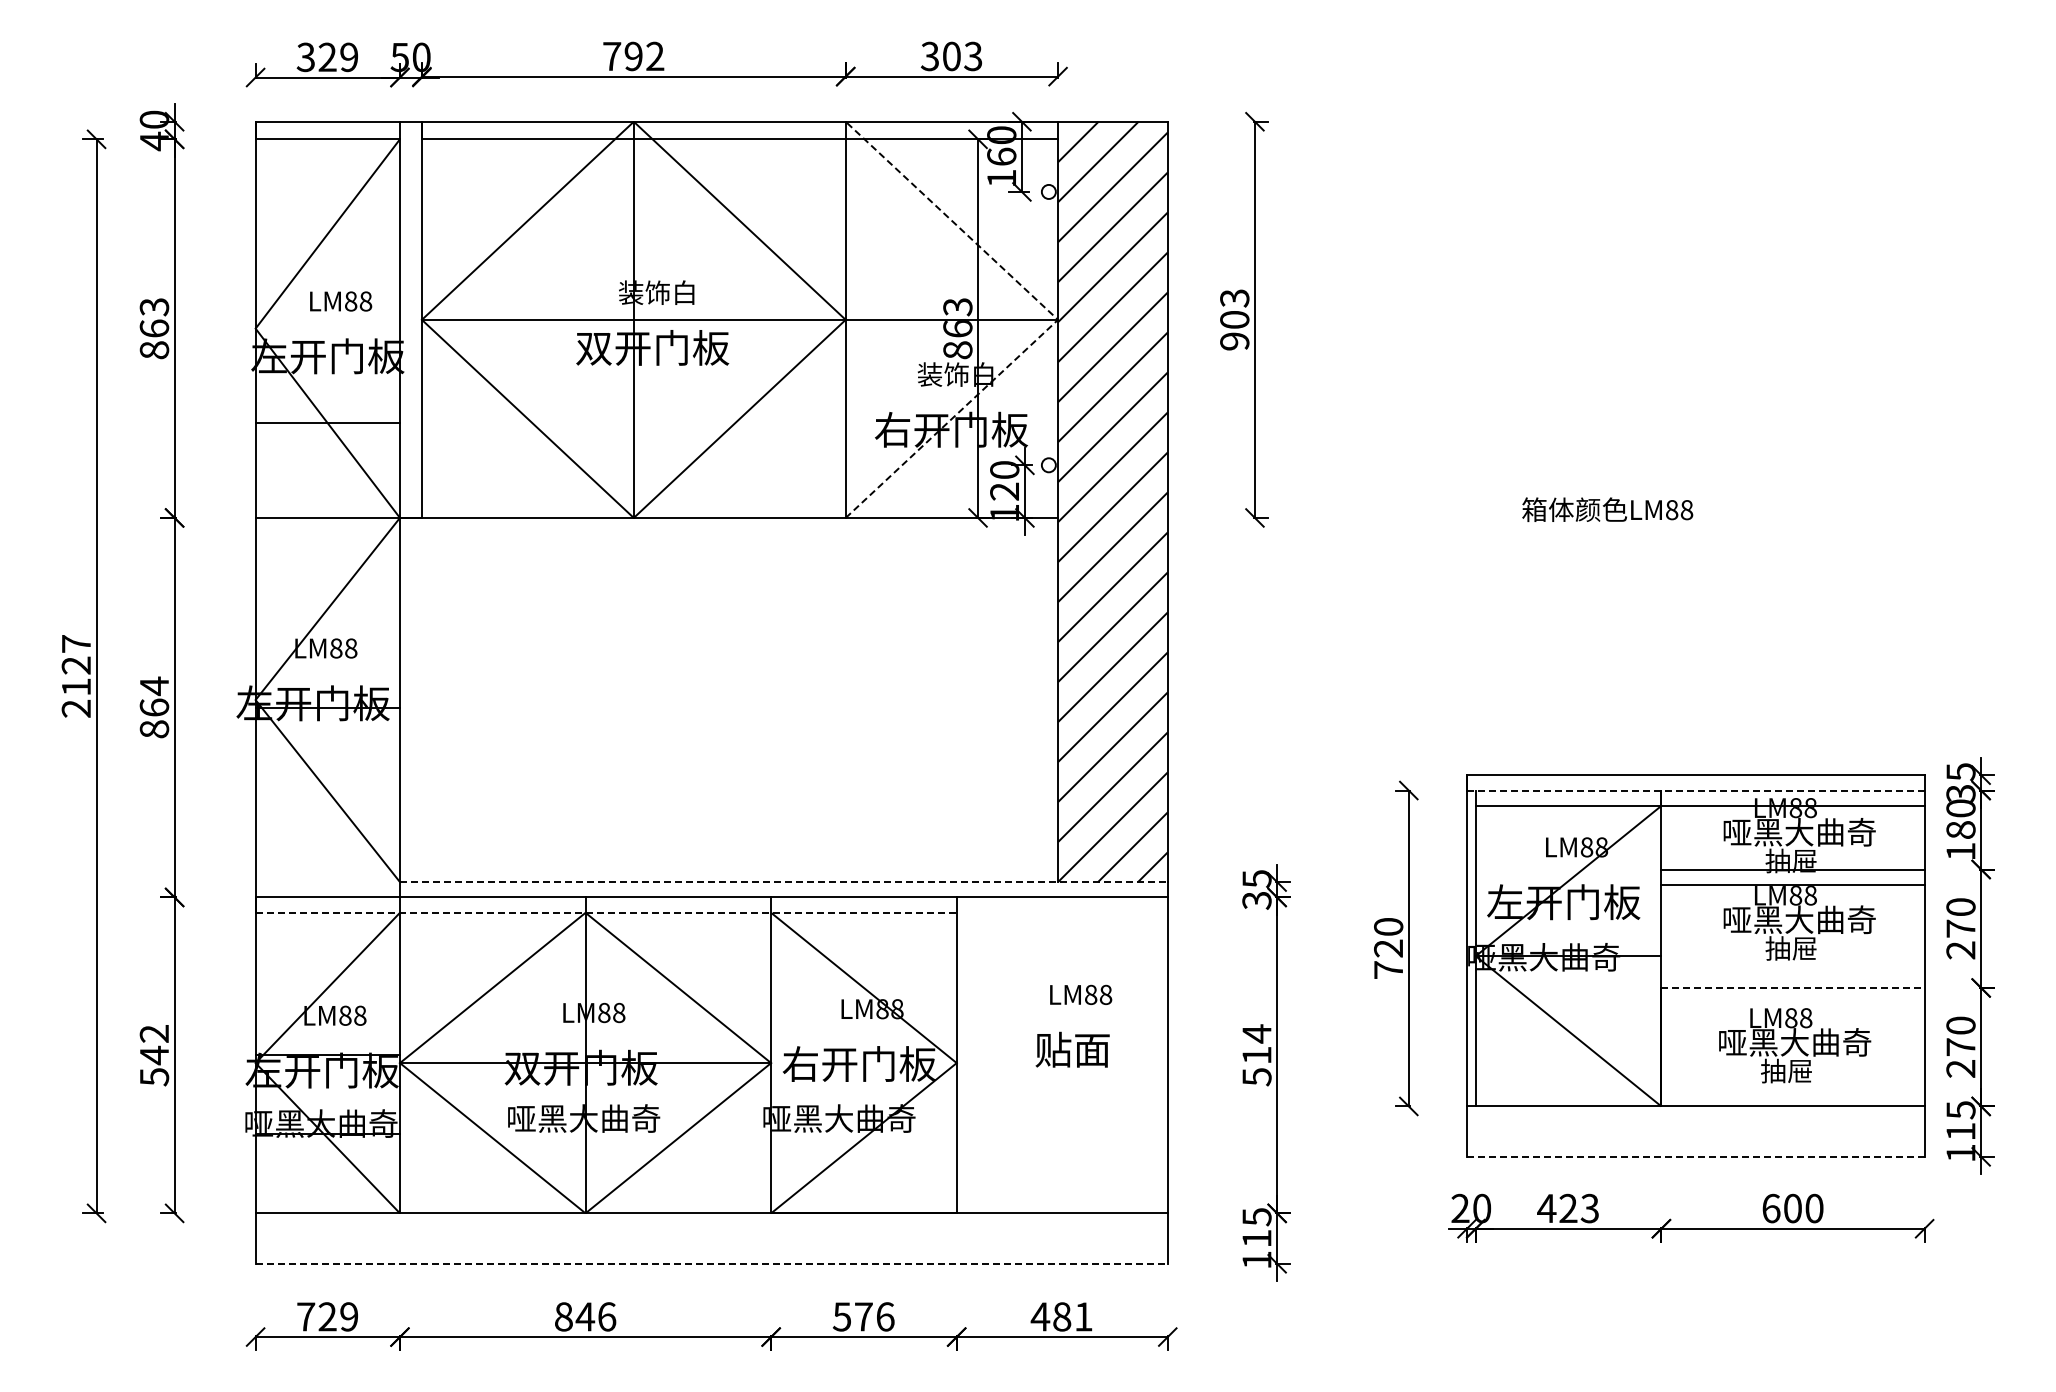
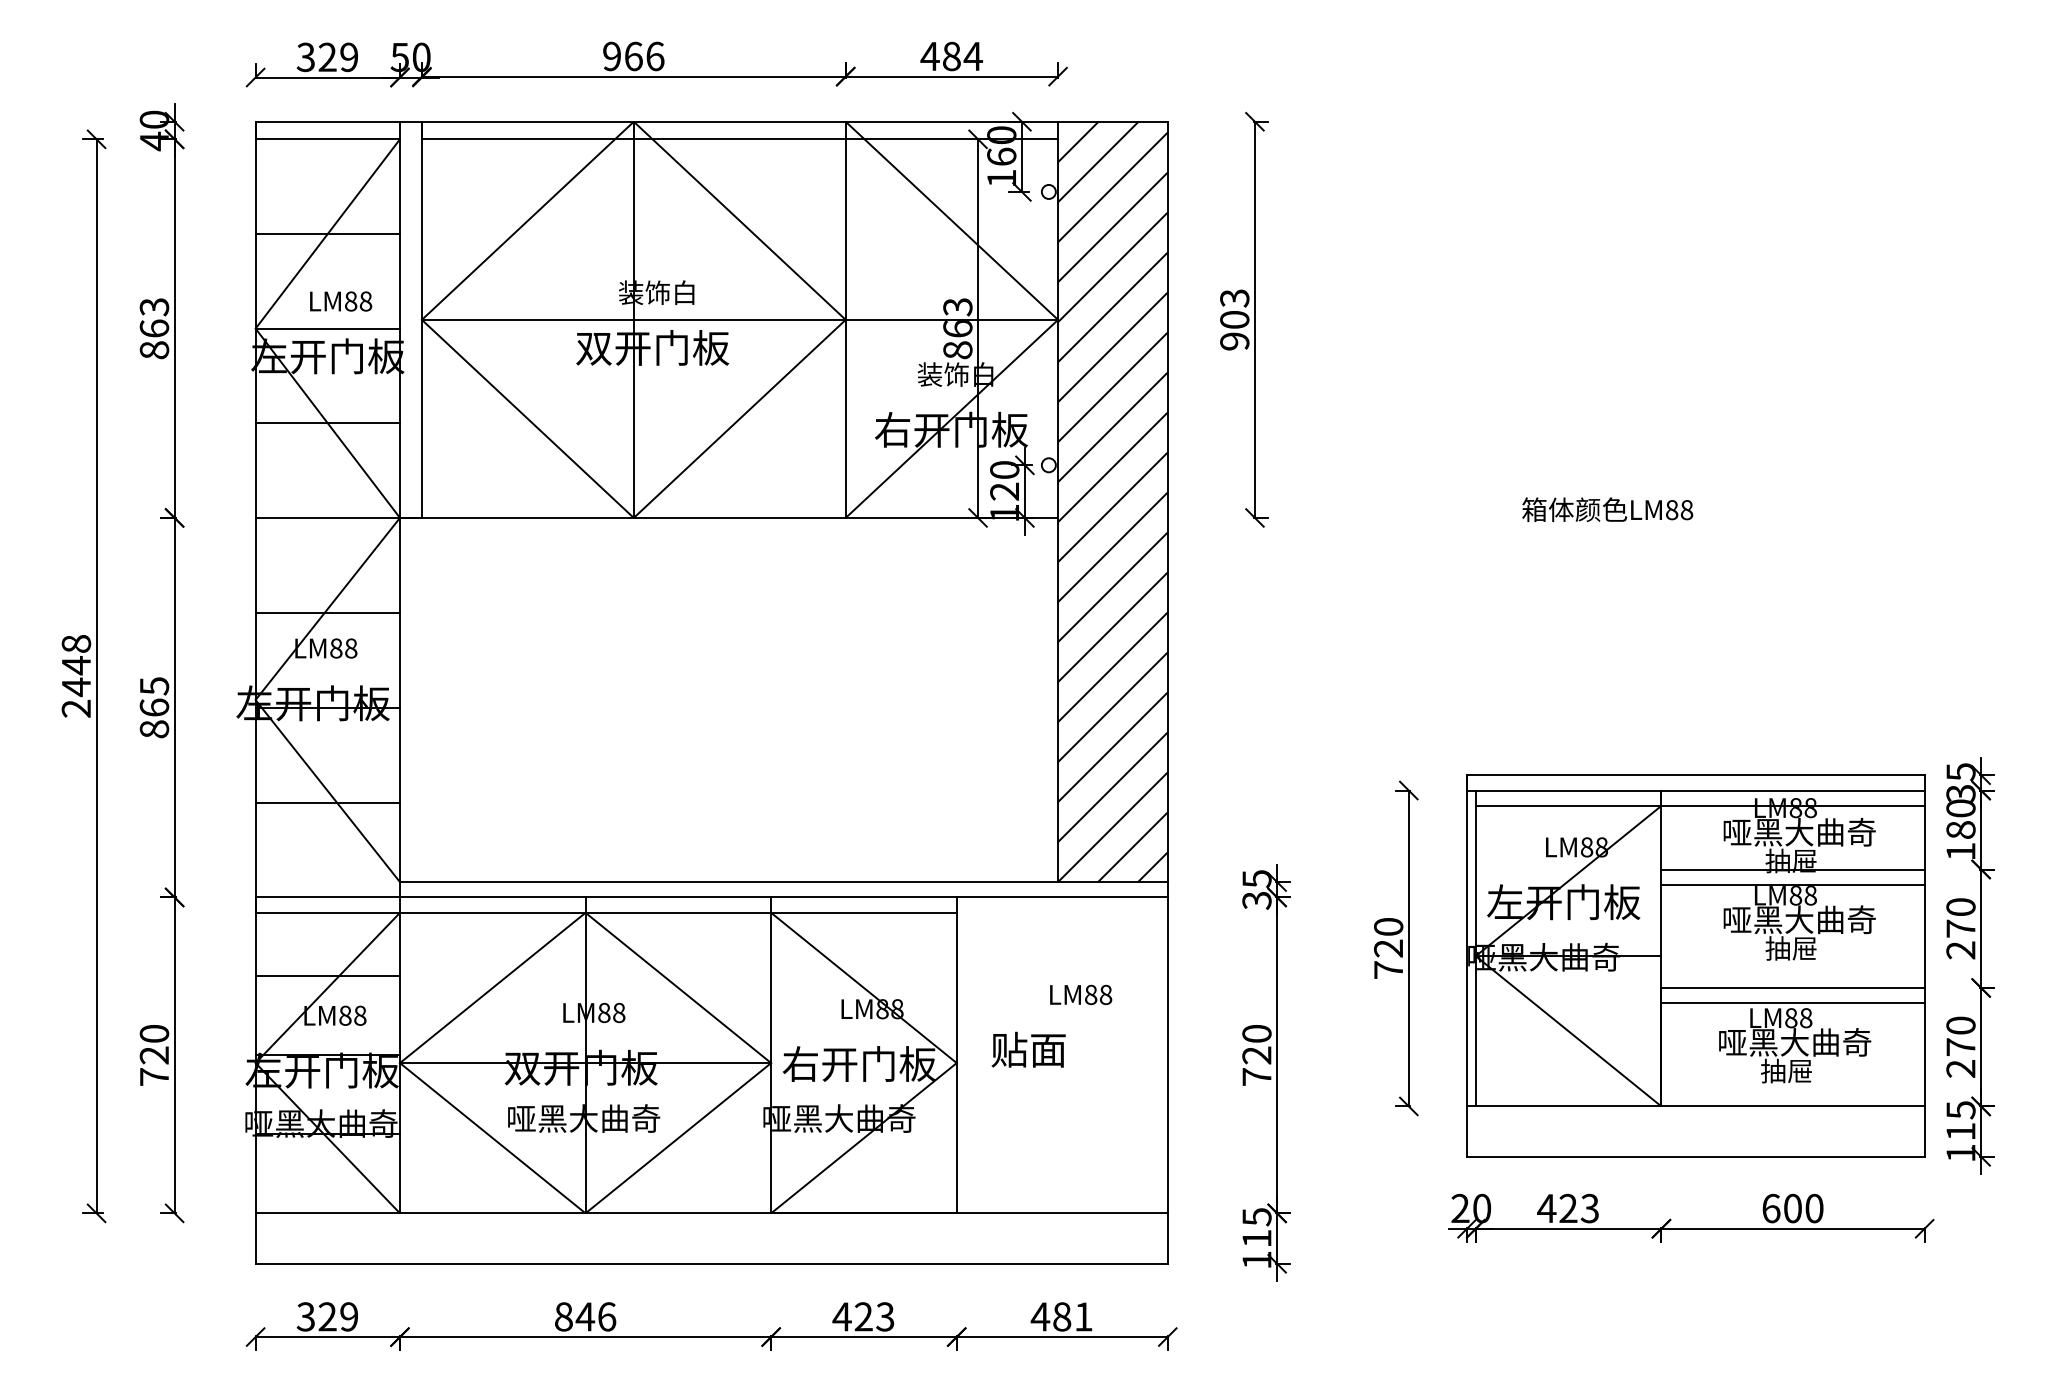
text at (633, 56): 792 -> 966
text at (951, 56): 303 -> 484
line at (327, 233): none -> present
line at (1058, 319): dashed -> solid
line at (327, 328): none -> present
line at (327, 612): none -> present
text at (76, 666): 2127 -> 2448
text at (154, 686): 864 -> 865
line at (1695, 790): dashed -> solid
line at (327, 802): none -> present
line at (783, 882): dashed -> solid
line at (606, 912): dashed -> solid
line at (327, 976): none -> present
line at (1793, 987): dashed -> solid
line at (1792, 1003): none -> present
text at (1072, 1049) position: (1072, 1049) -> (1028, 1049)
text at (154, 1055): 542 -> 720
text at (1256, 1055): 514 -> 720
line at (1695, 1156): dashed -> solid
line at (712, 1263): dashed -> solid
text at (305, 1316): 729 -> 329
text at (863, 1316): 576 -> 423
